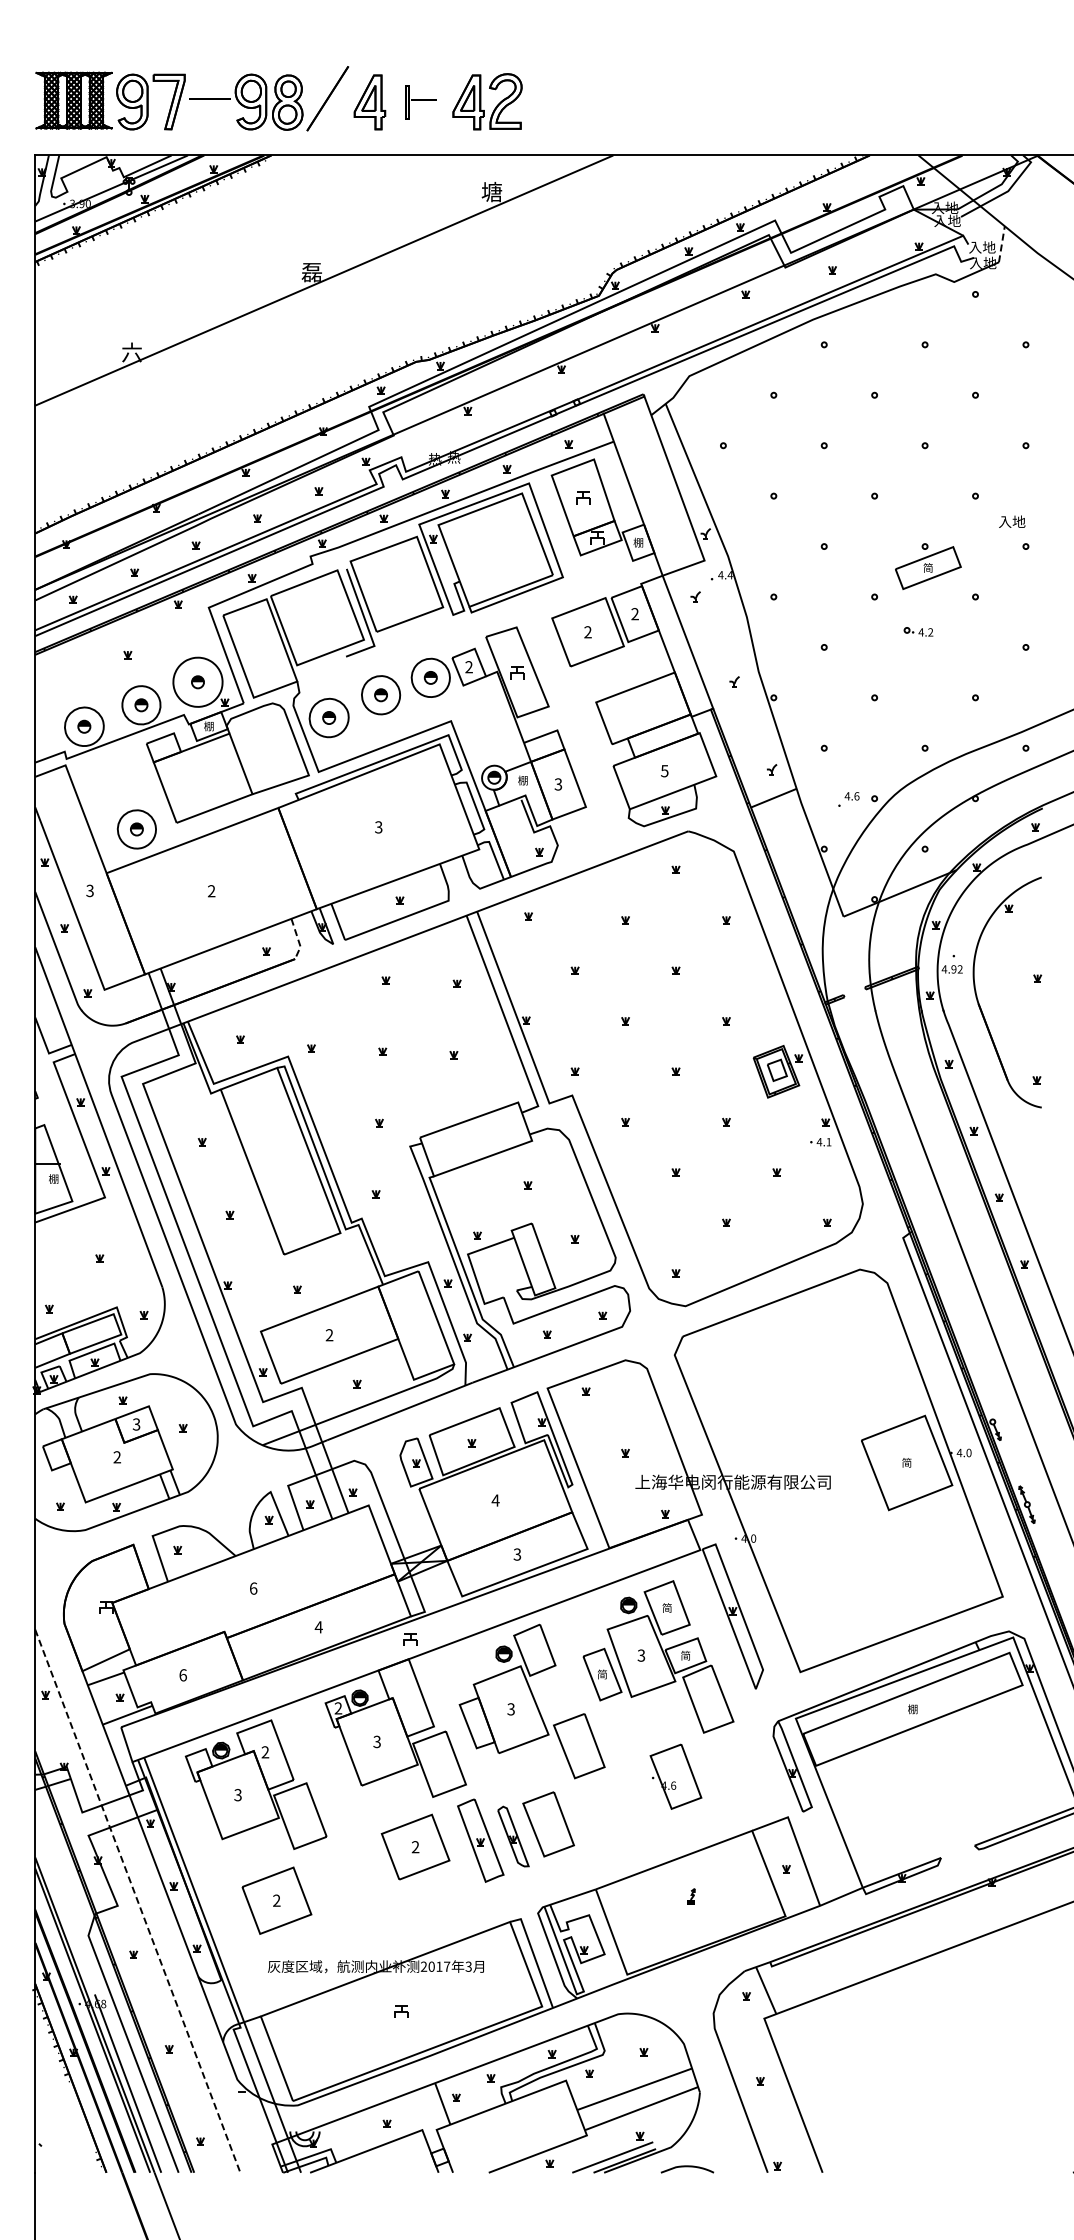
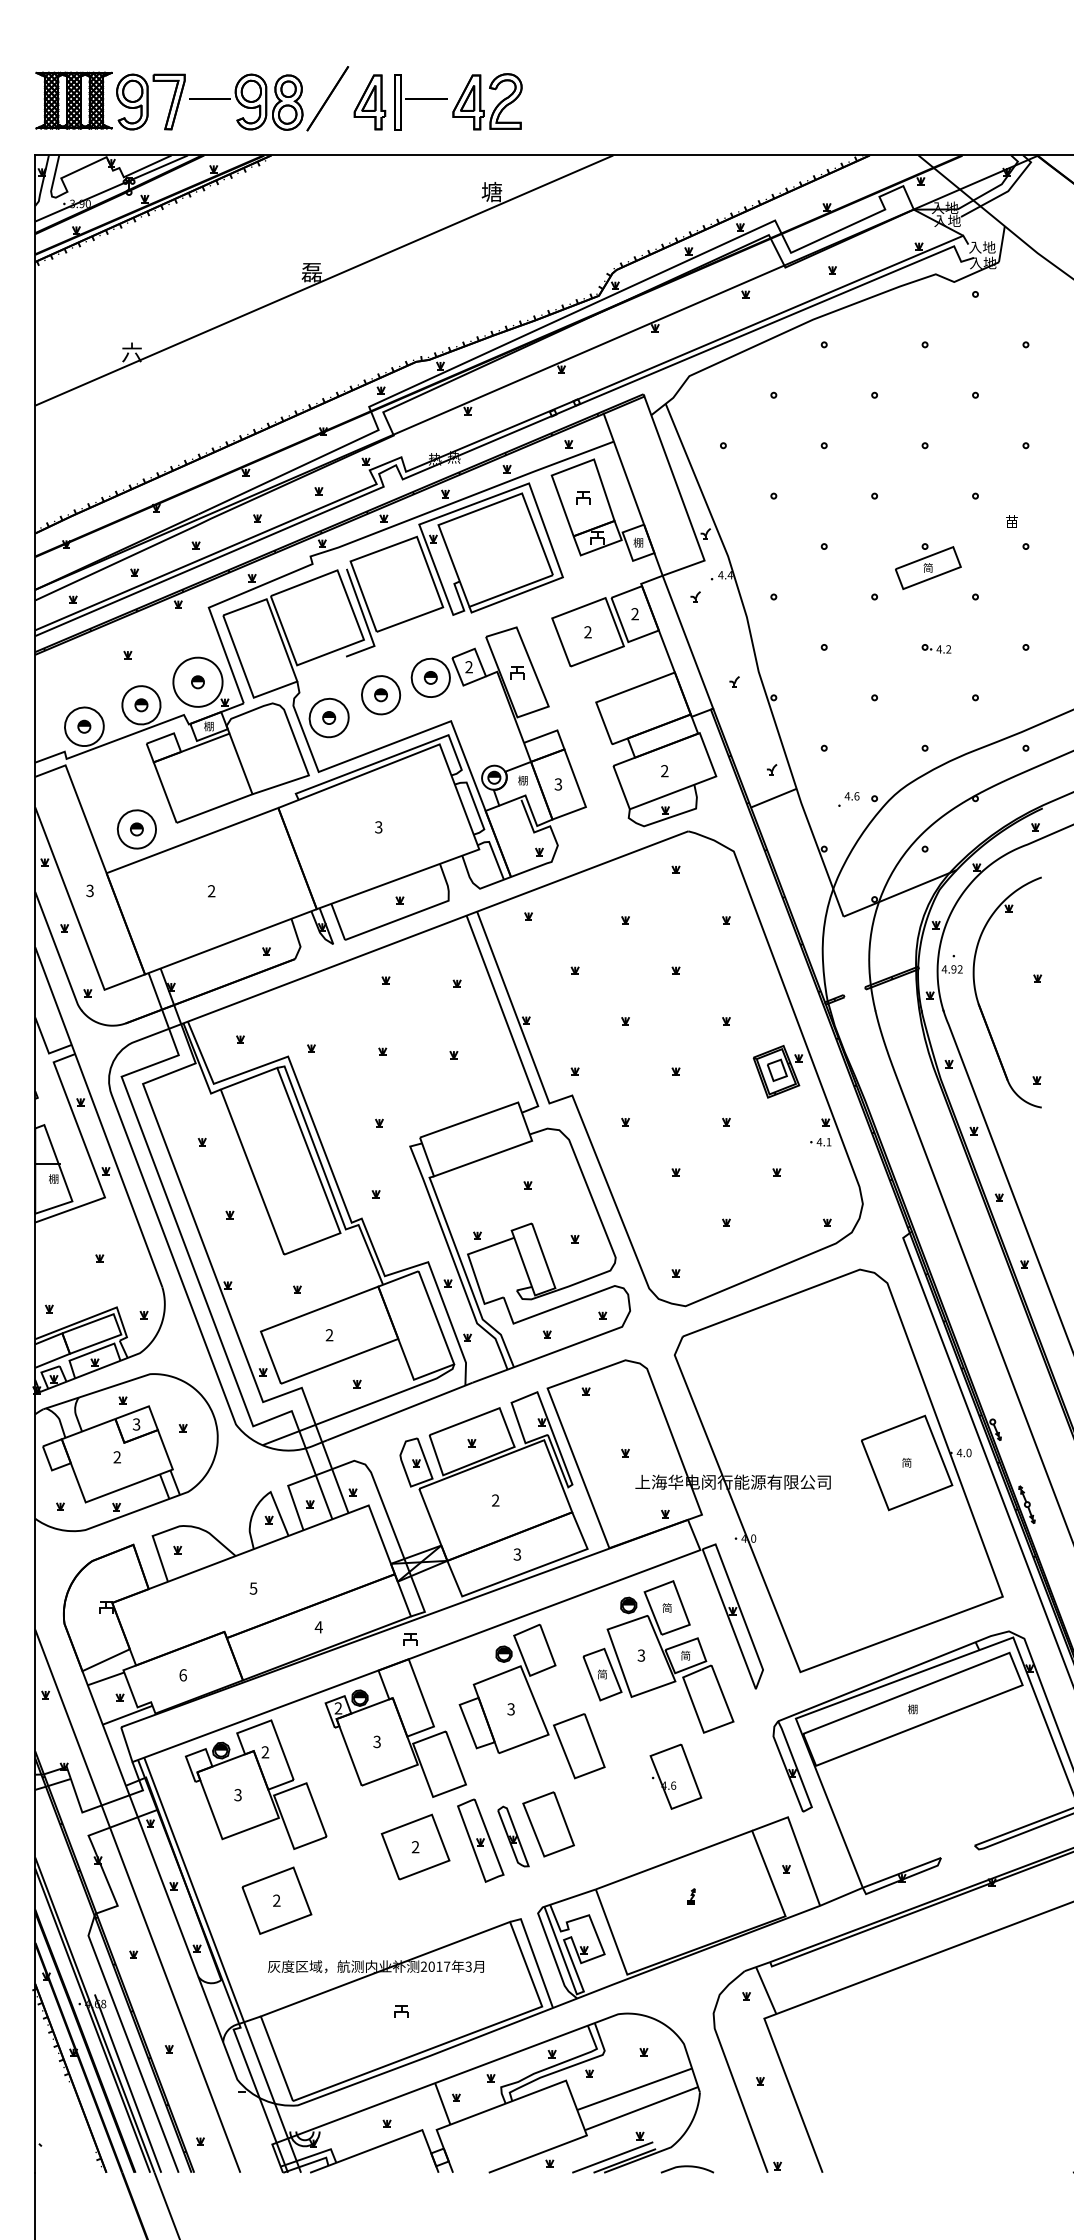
part at (420, 102) size: 32x35 px -> 54x57 px
line at (1001, 243): dashed -> solid
text at (1012, 521): 入地 -> 苗
part at (918, 631) position: (918, 631) -> (936, 648)
text at (664, 771): 5 -> 2
line at (298, 940): dashed -> solid
text at (495, 1500): 4 -> 2
text at (253, 1588): 6 -> 5
line at (138, 1901): dashed -> solid
